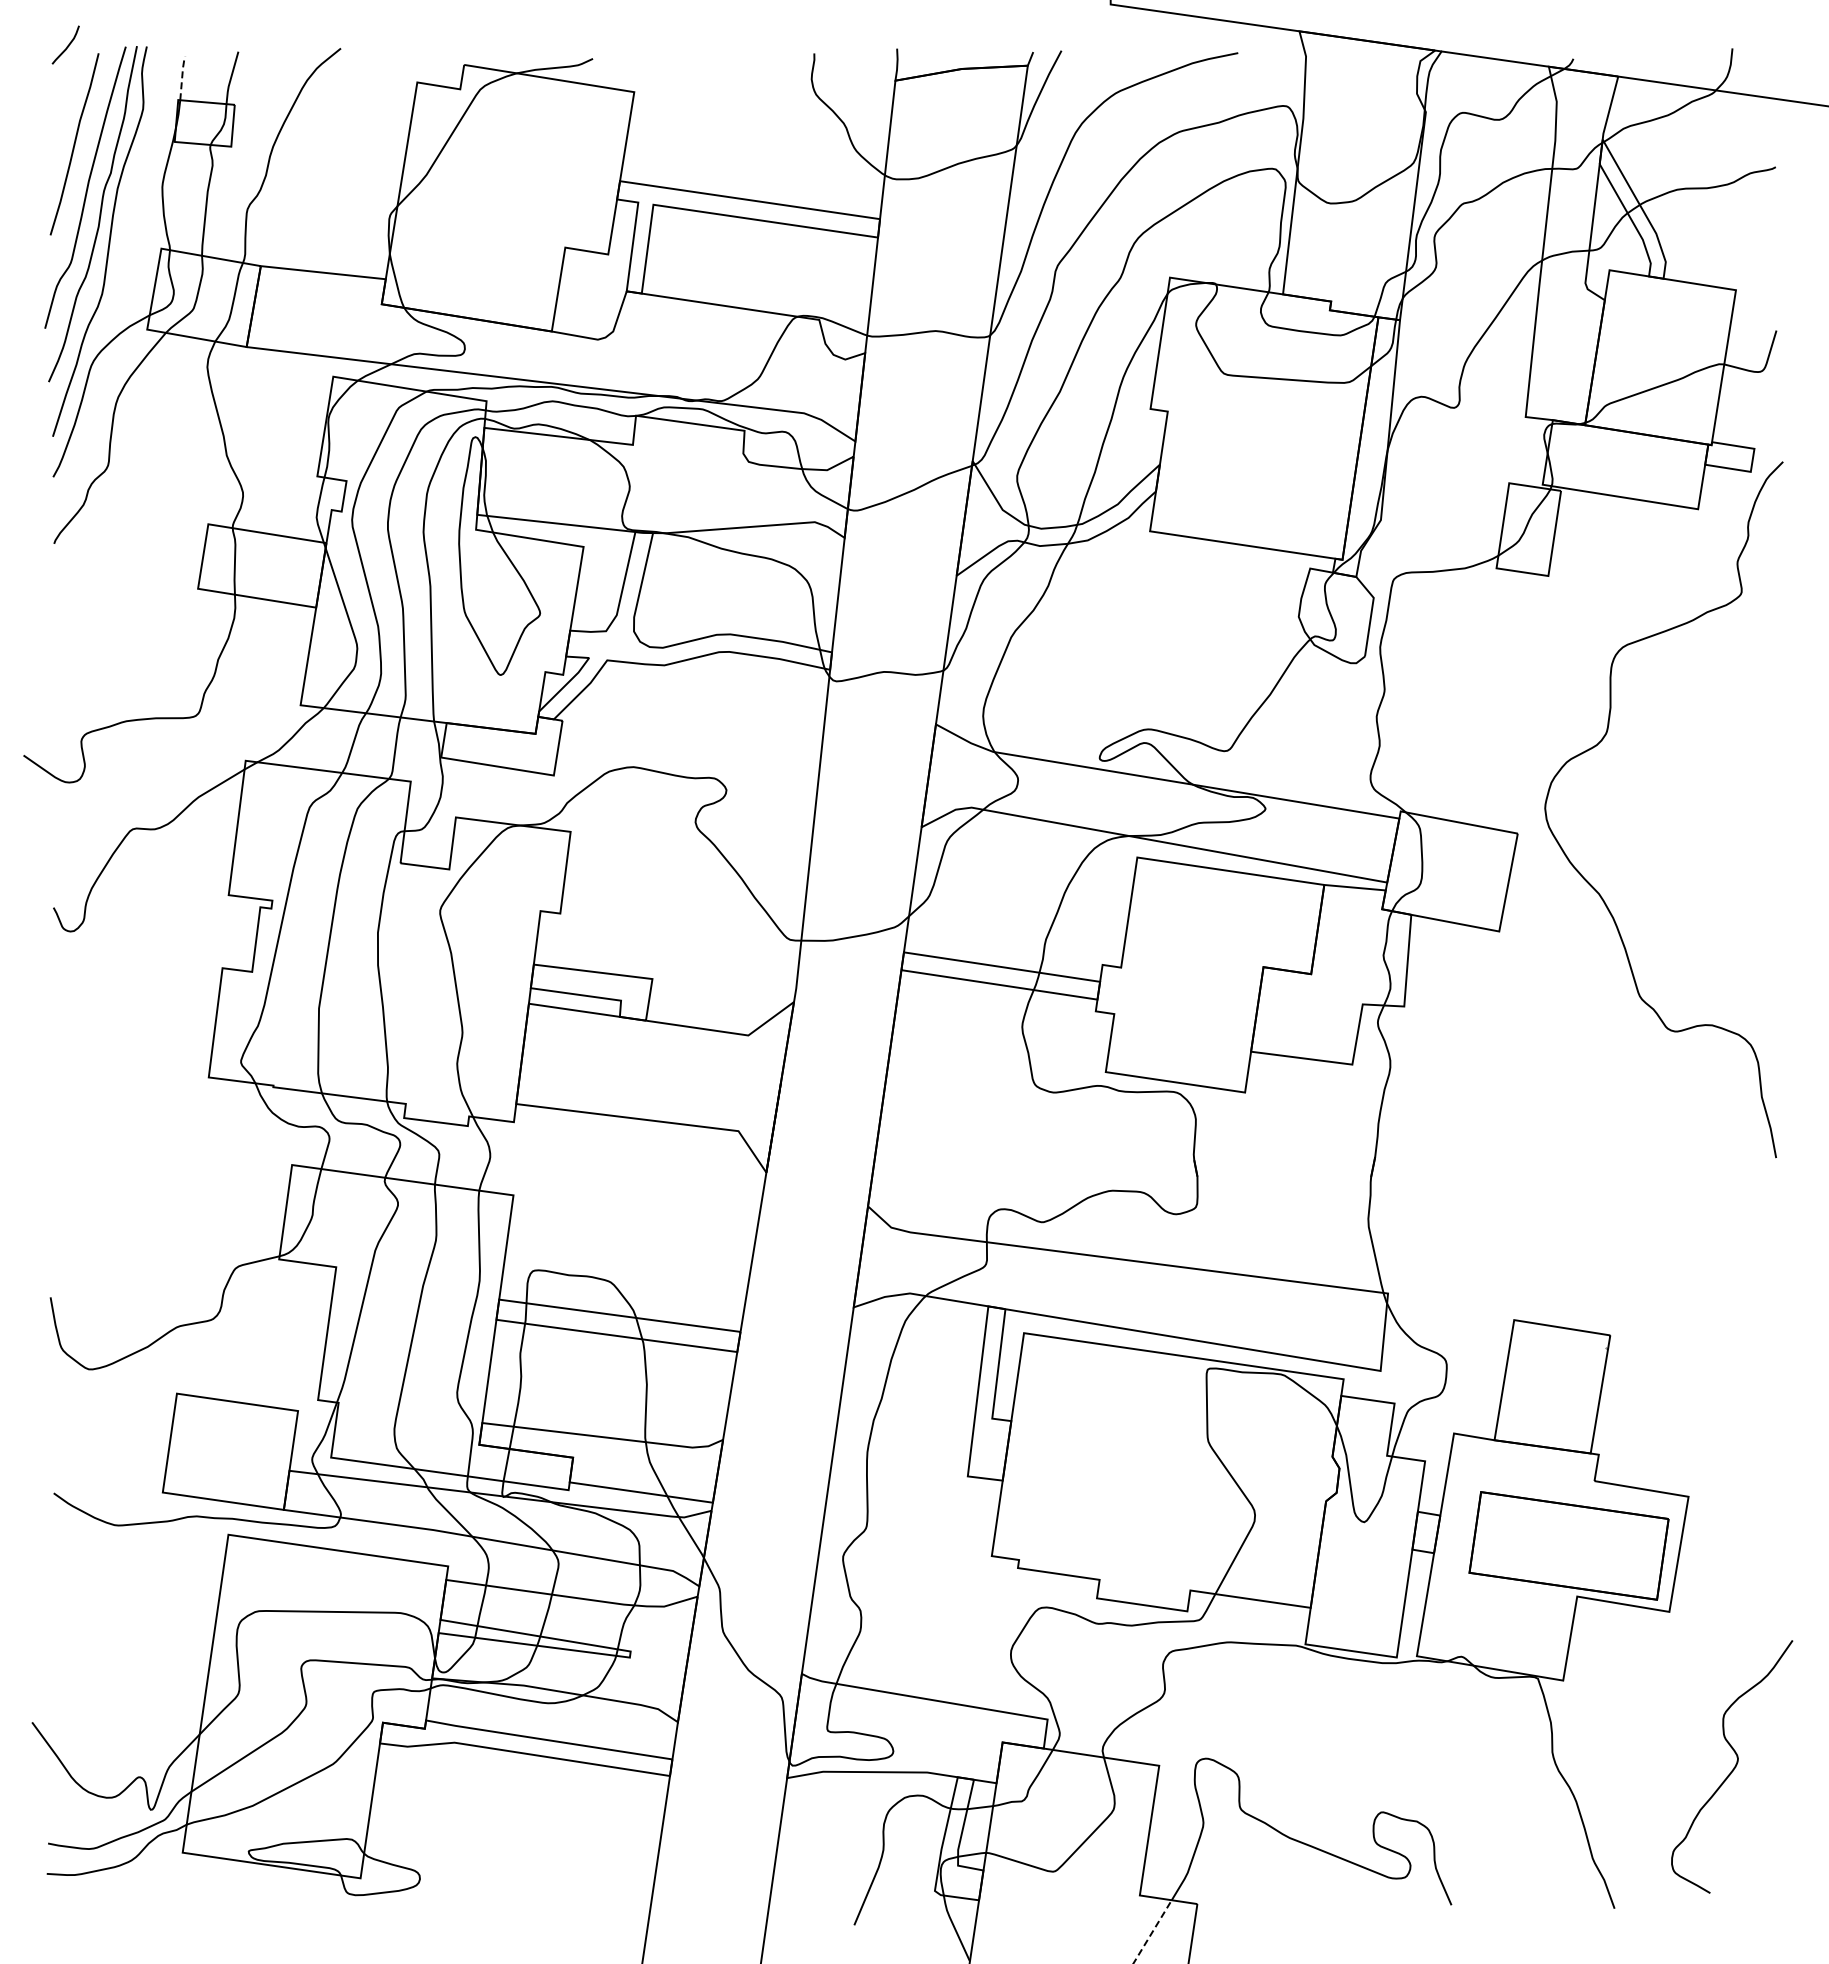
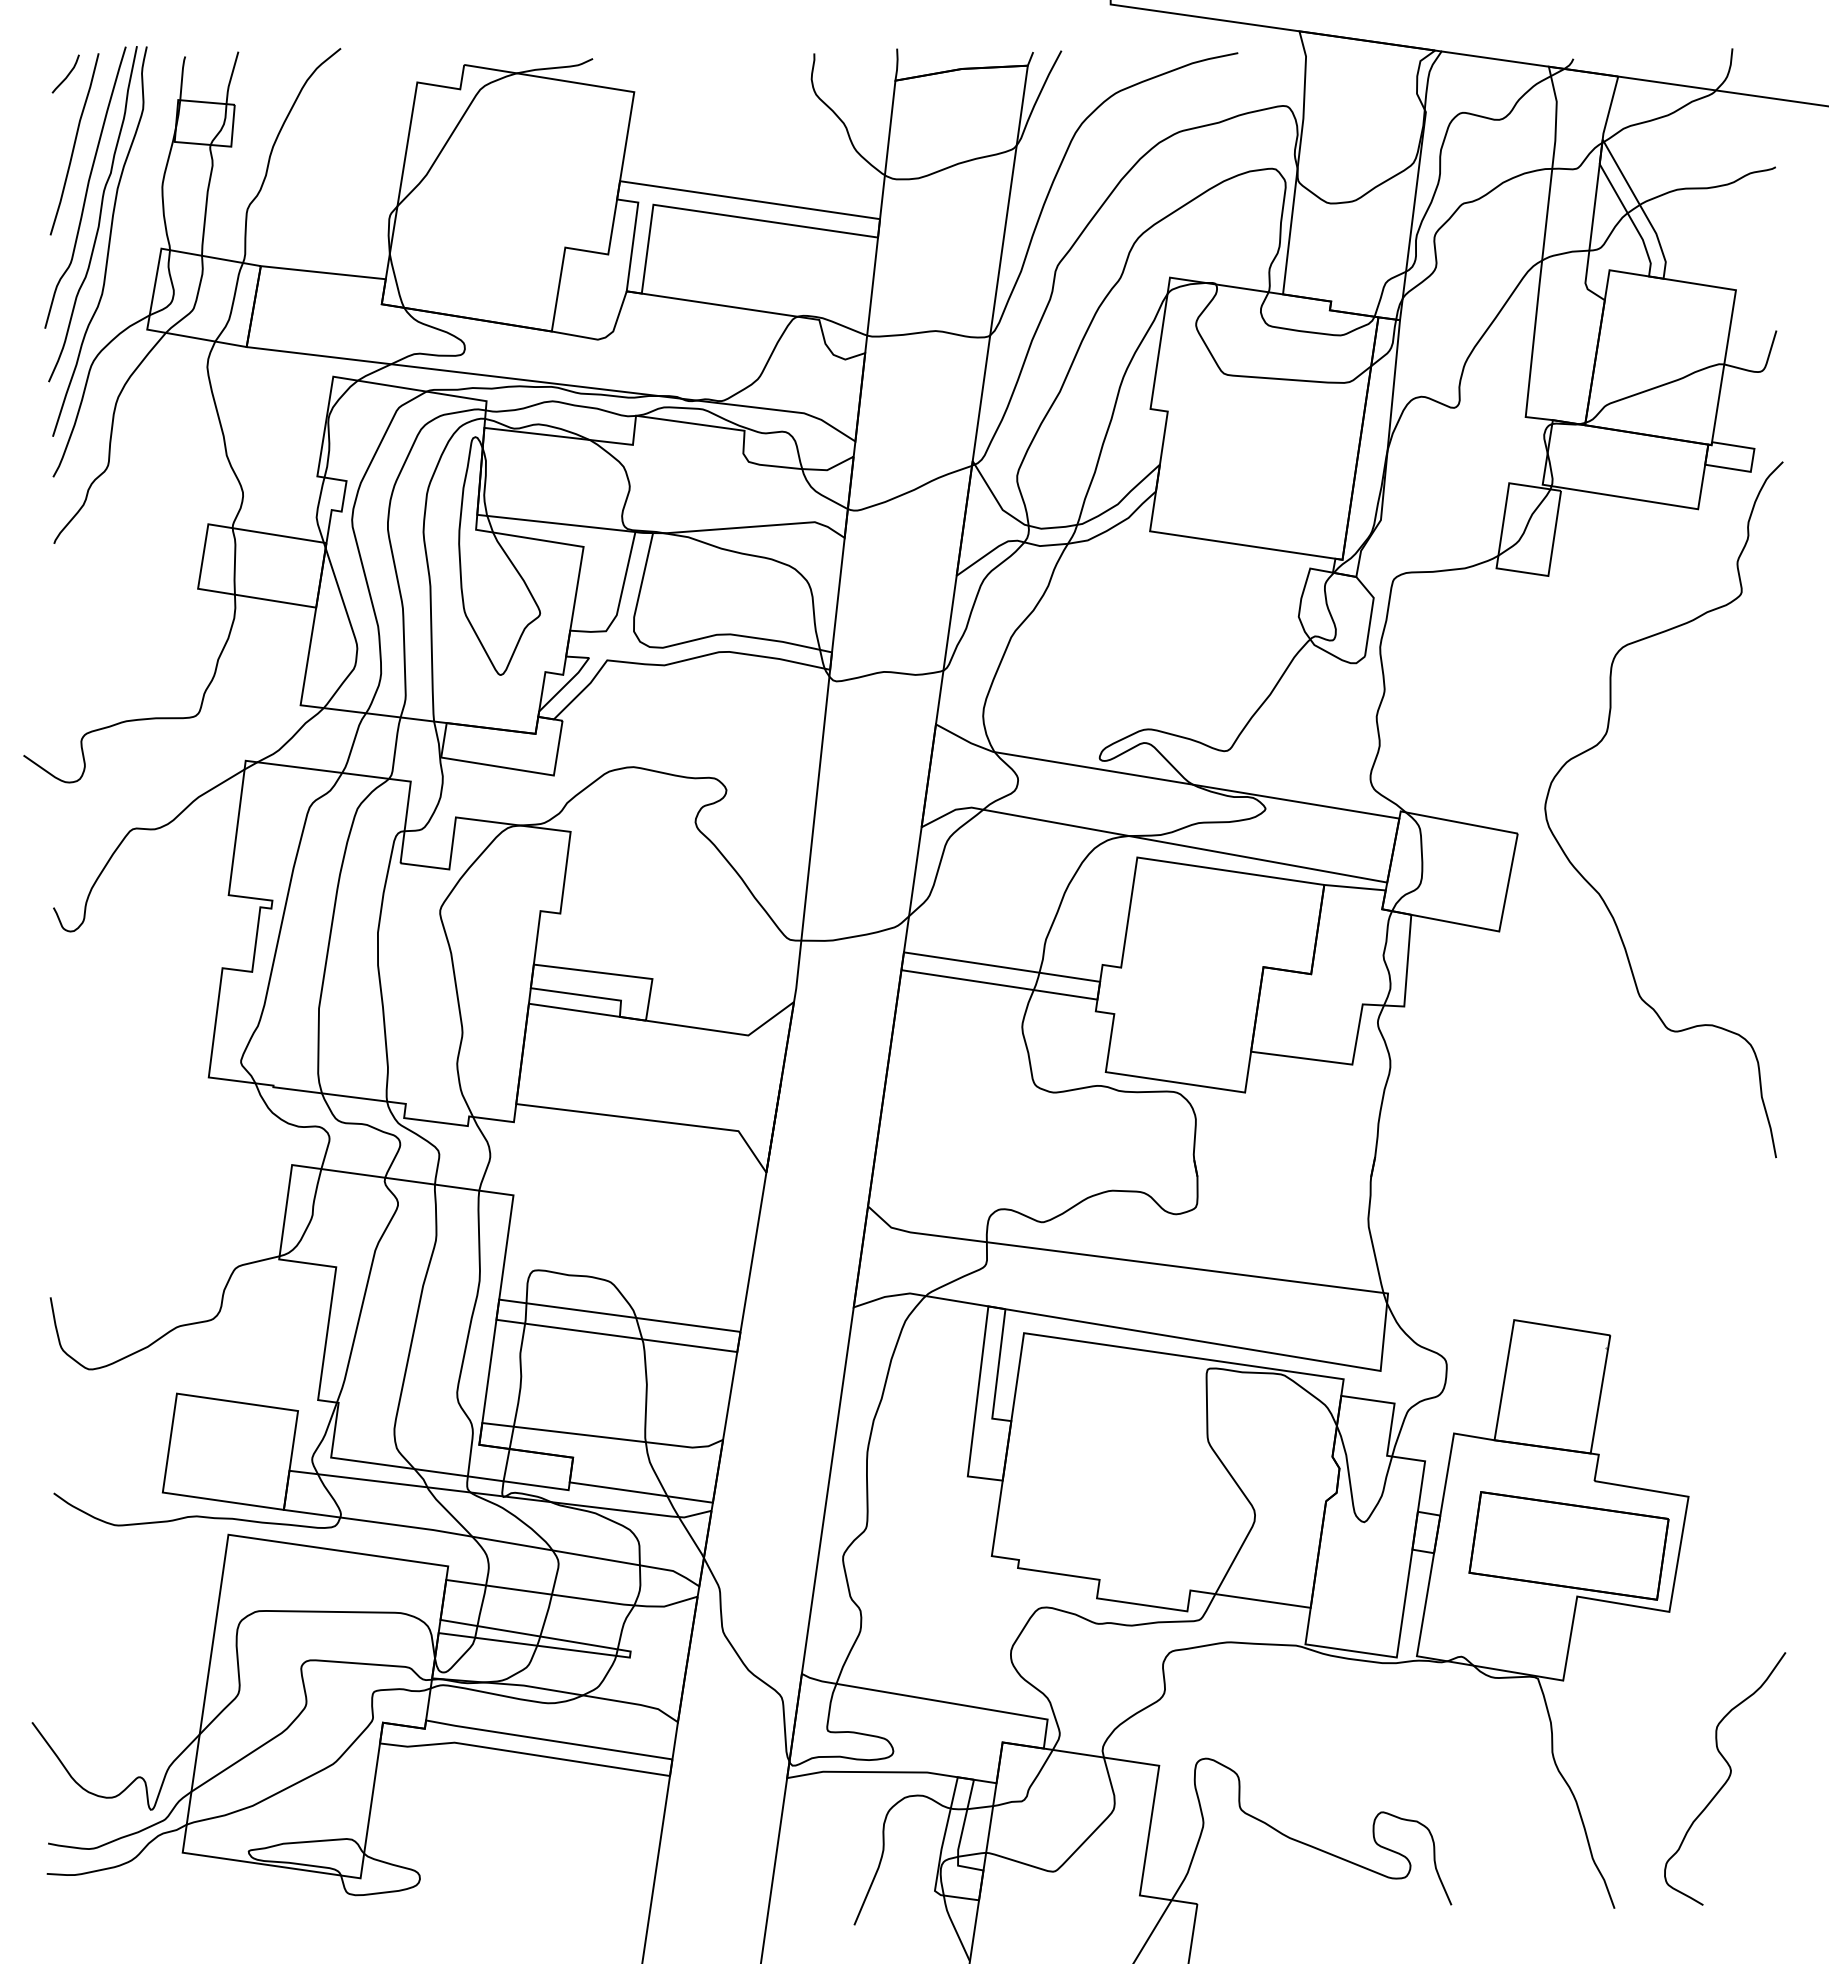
curve at (67, 45) position: (67, 45) -> (67, 74)
line at (182, 76): dashed -> solid
curve at (1733, 1767) position: (1733, 1767) -> (1726, 1779)
line at (1152, 1931): dashed -> solid
